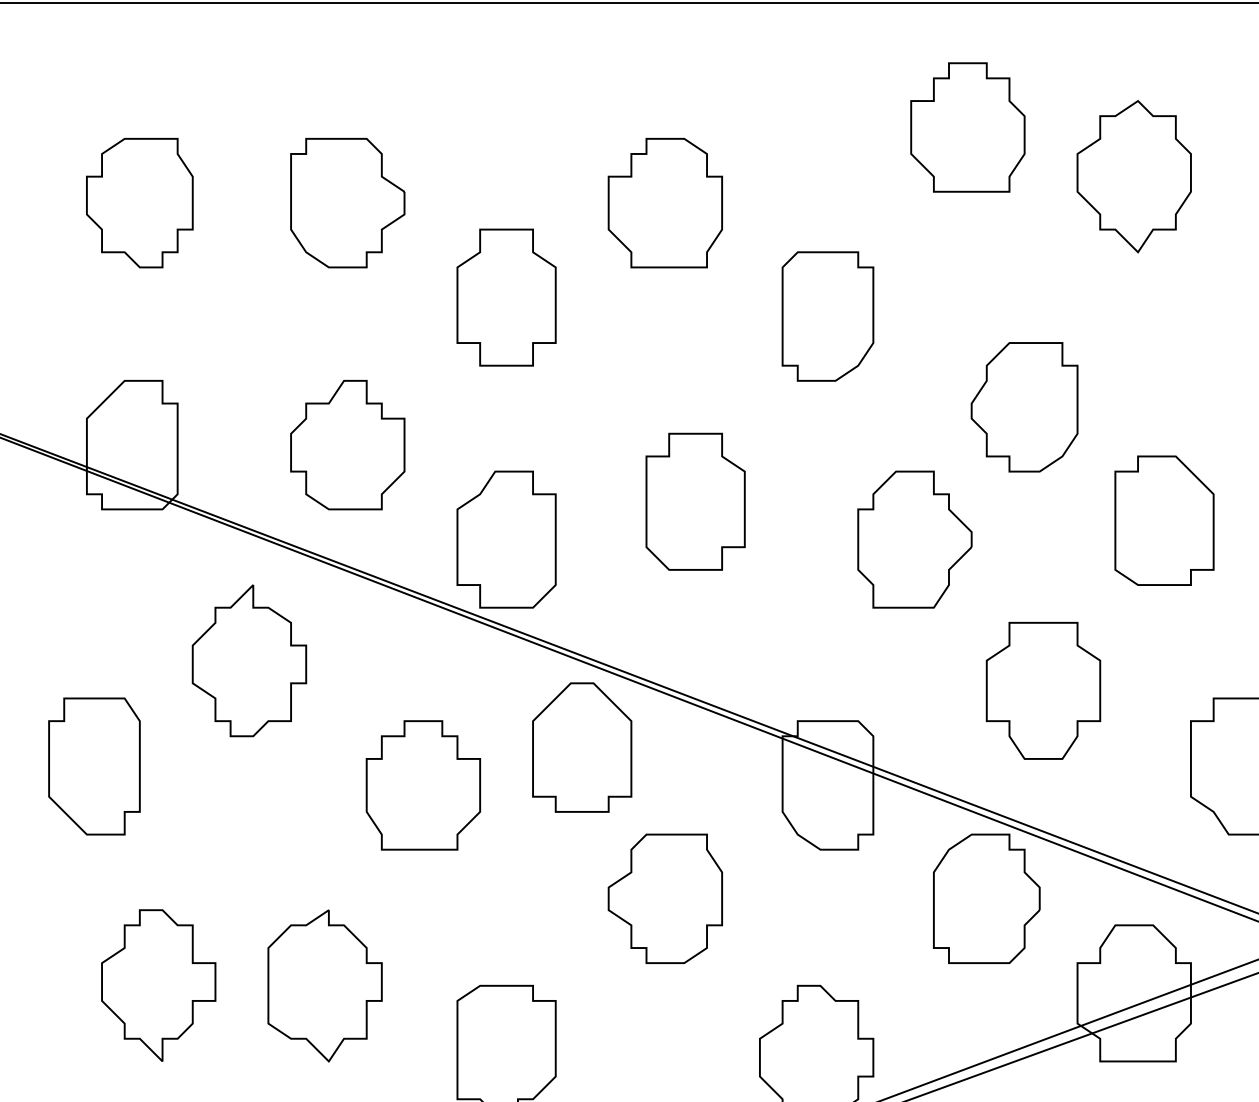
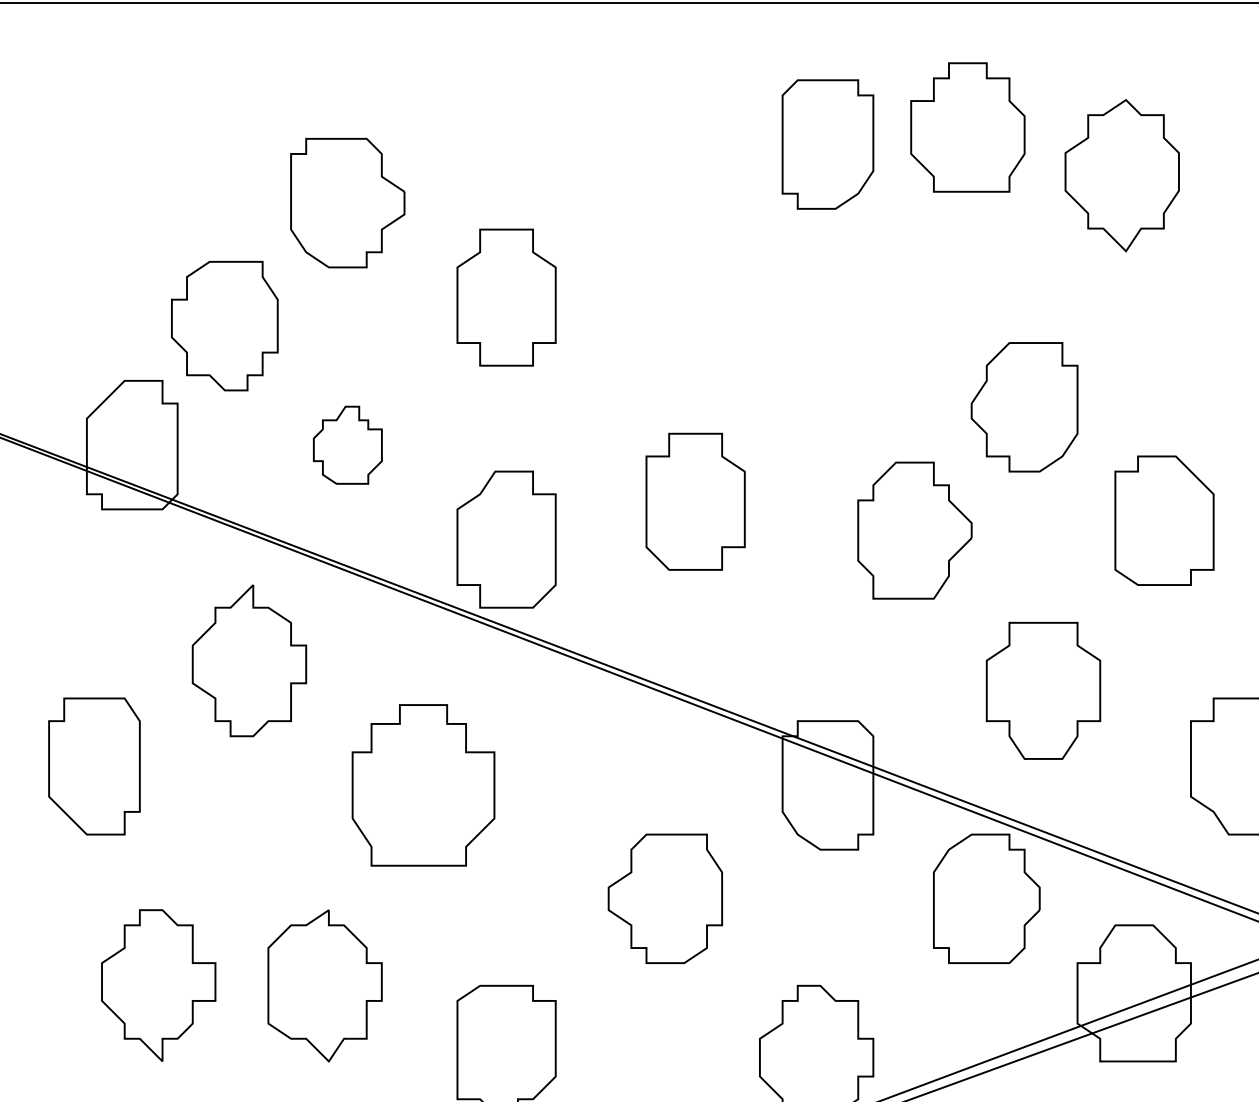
part at (1133, 176) position: (1133, 176) -> (1121, 175)
part at (139, 203) position: (139, 203) -> (224, 326)
part at (664, 203): present -> none
part at (827, 316) position: (827, 316) -> (827, 144)
part at (347, 445) size: 116x131 px -> 70x80 px
part at (914, 539) position: (914, 539) -> (914, 530)
part at (582, 747): present -> none
part at (422, 785) size: 116x131 px -> 145x163 px
